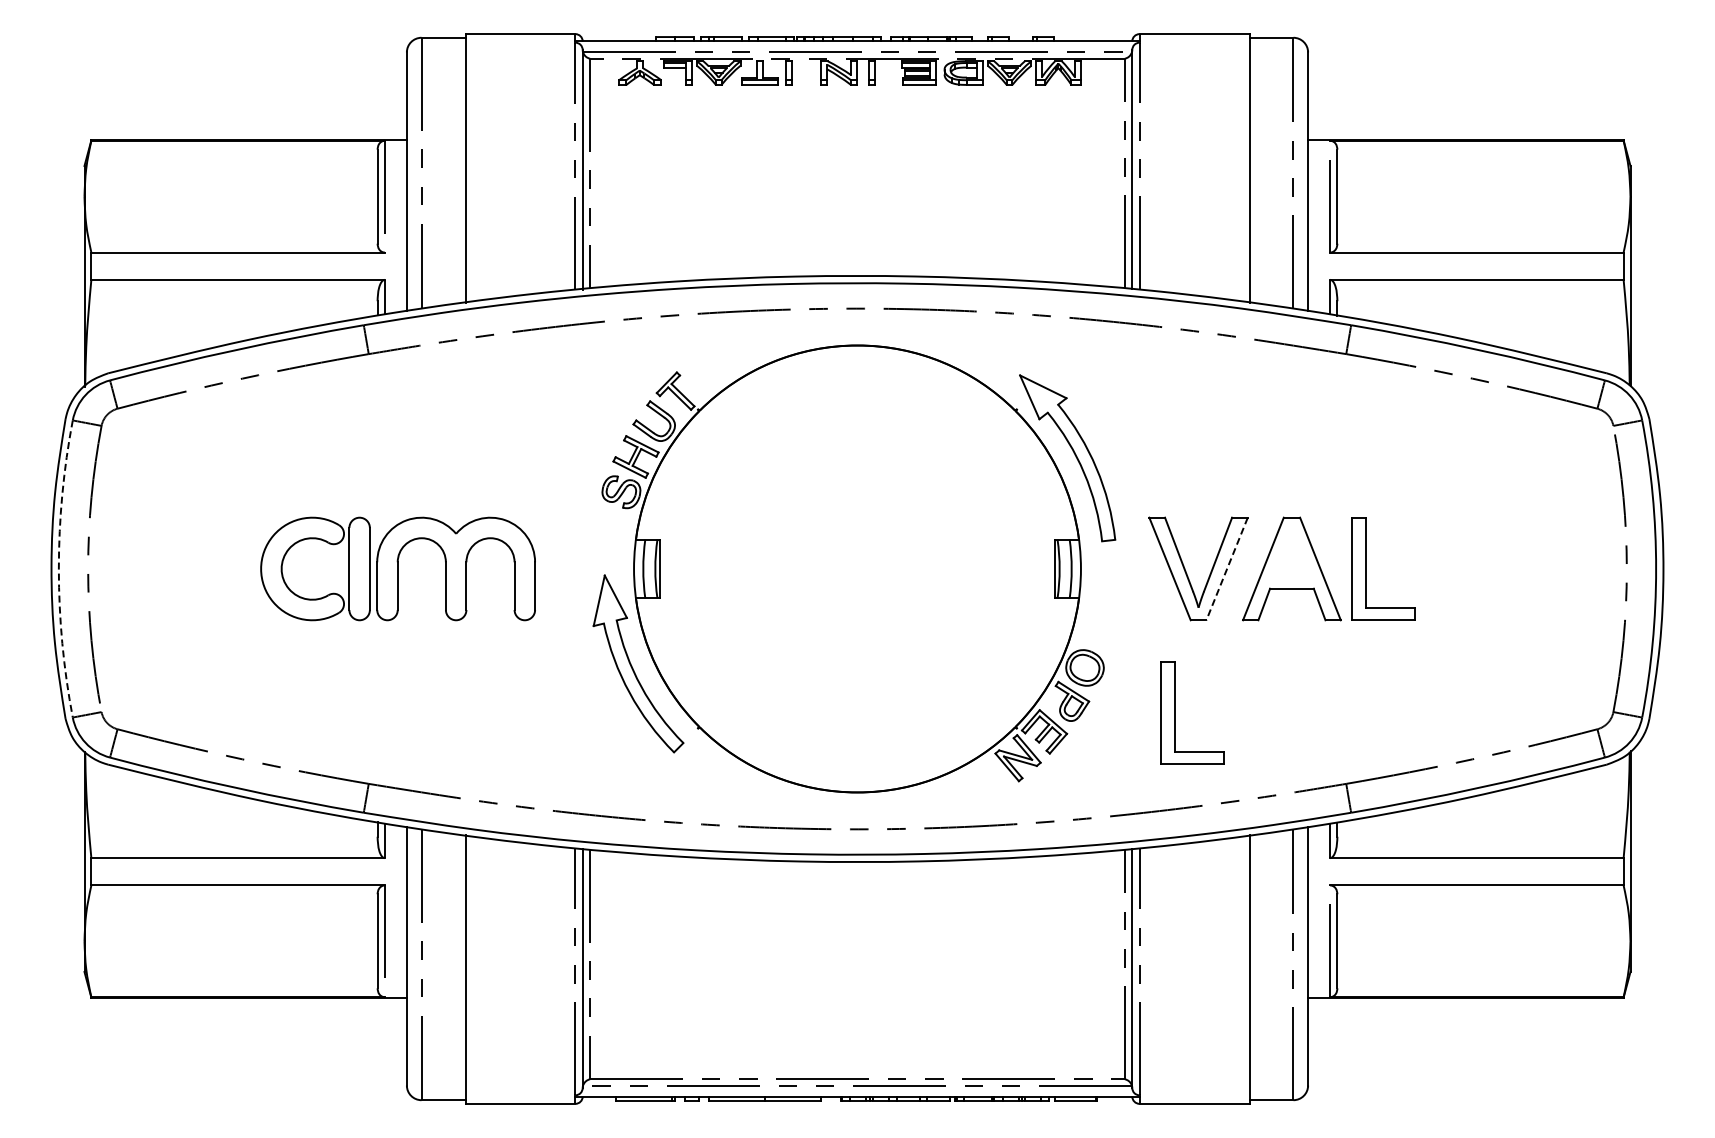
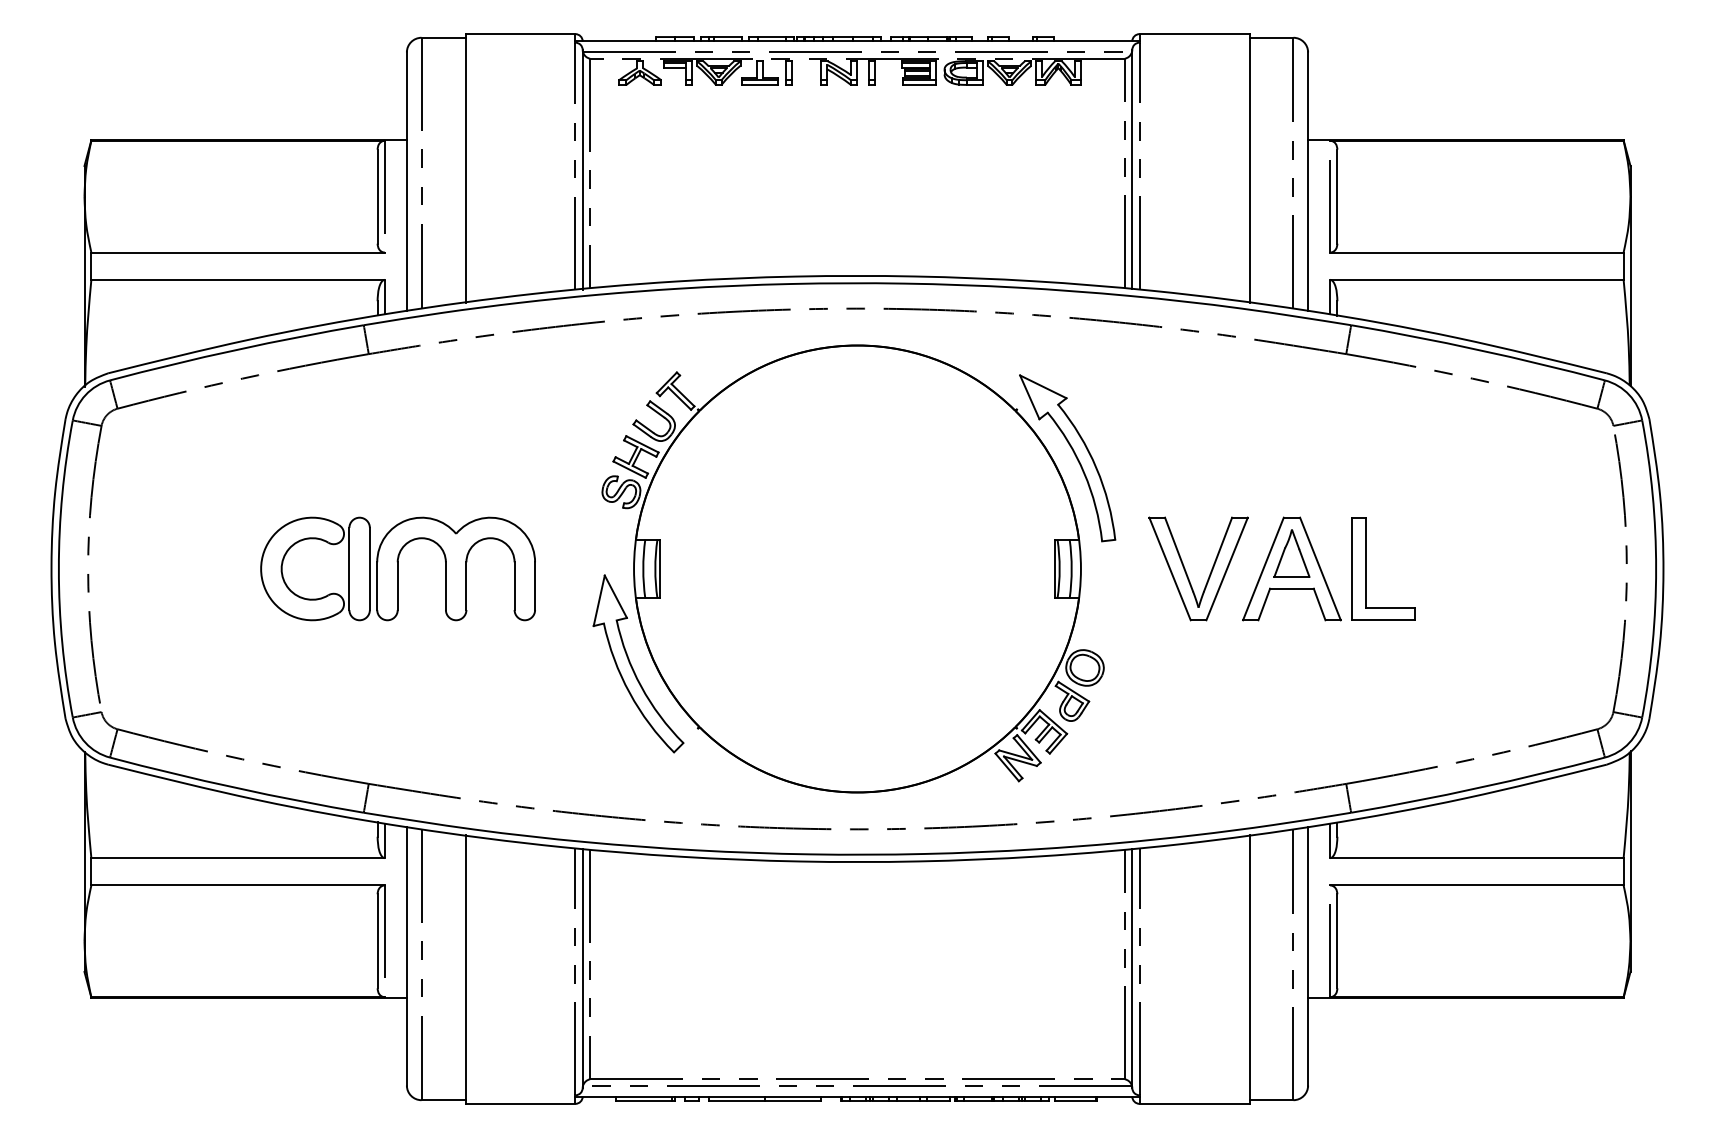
part at (1291, 553): none -> present
arc at (58, 568): dashed -> solid
line at (1226, 569): dashed -> solid
part at (1175, 712): present -> none
